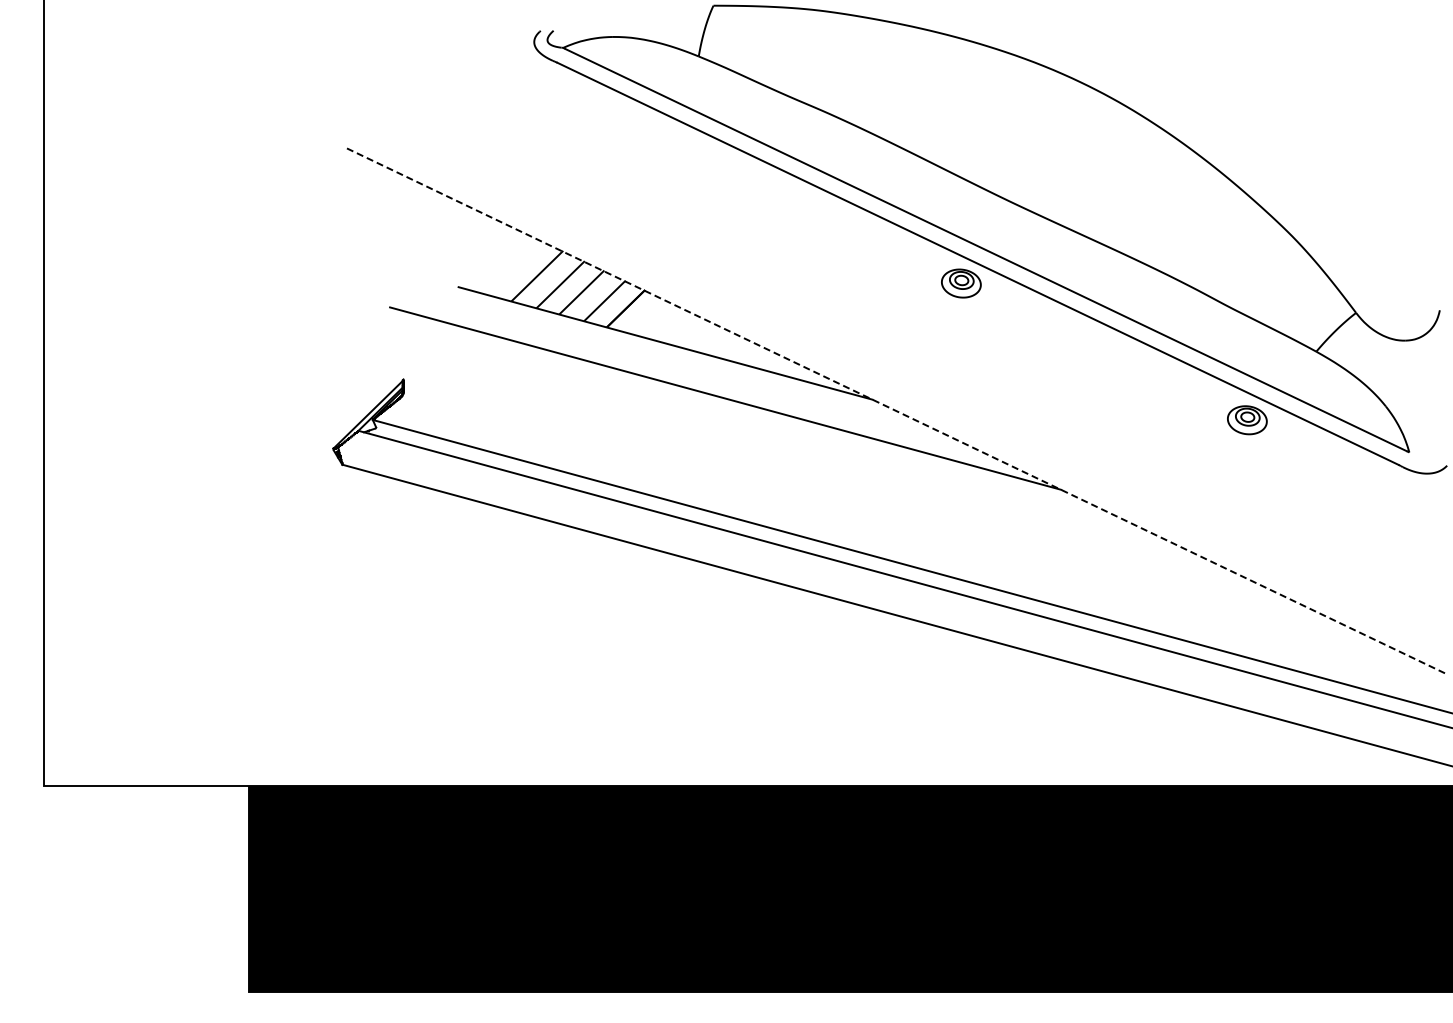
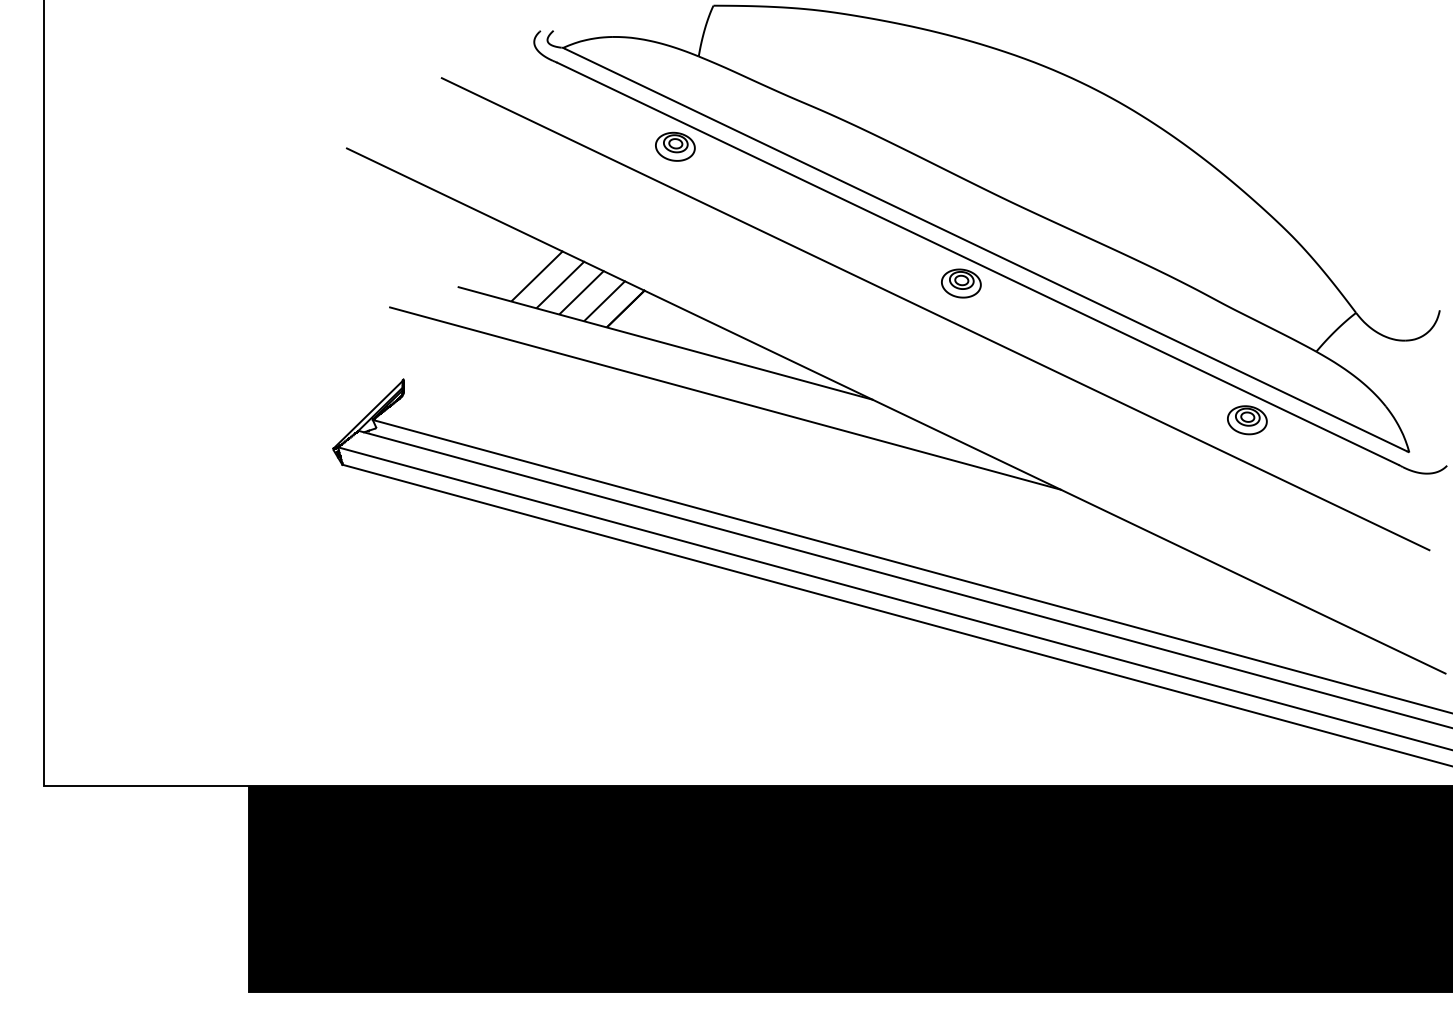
part at (675, 146): none -> present
line at (935, 314): none -> present
line at (896, 411): dashed -> solid
line at (893, 598): none -> present
